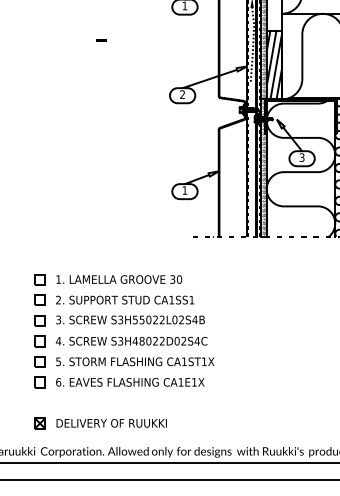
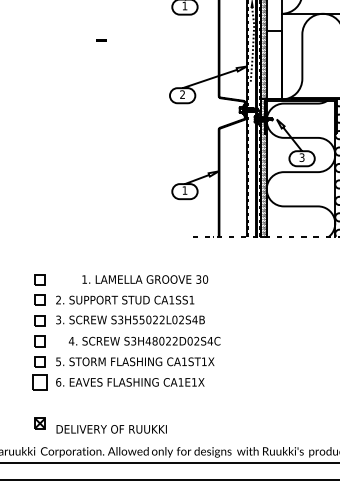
hatch at (273, 64): present -> none
text at (119, 279) position: (119, 279) -> (145, 279)
text at (131, 340) position: (131, 340) -> (144, 340)
part at (39, 382) size: 12x13 px -> 16x17 px
text at (111, 423) position: (111, 423) -> (111, 429)
